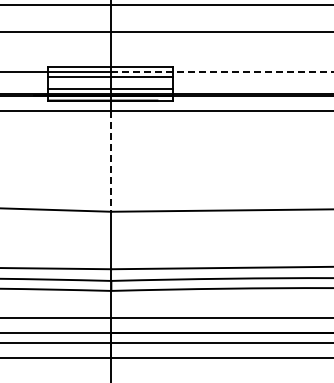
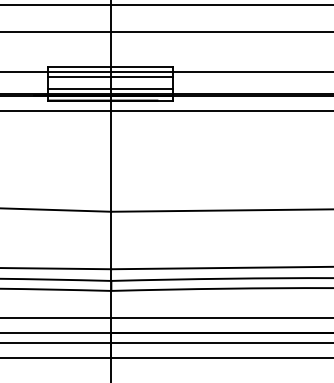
line at (222, 71): dashed -> solid
line at (111, 161): dashed -> solid
